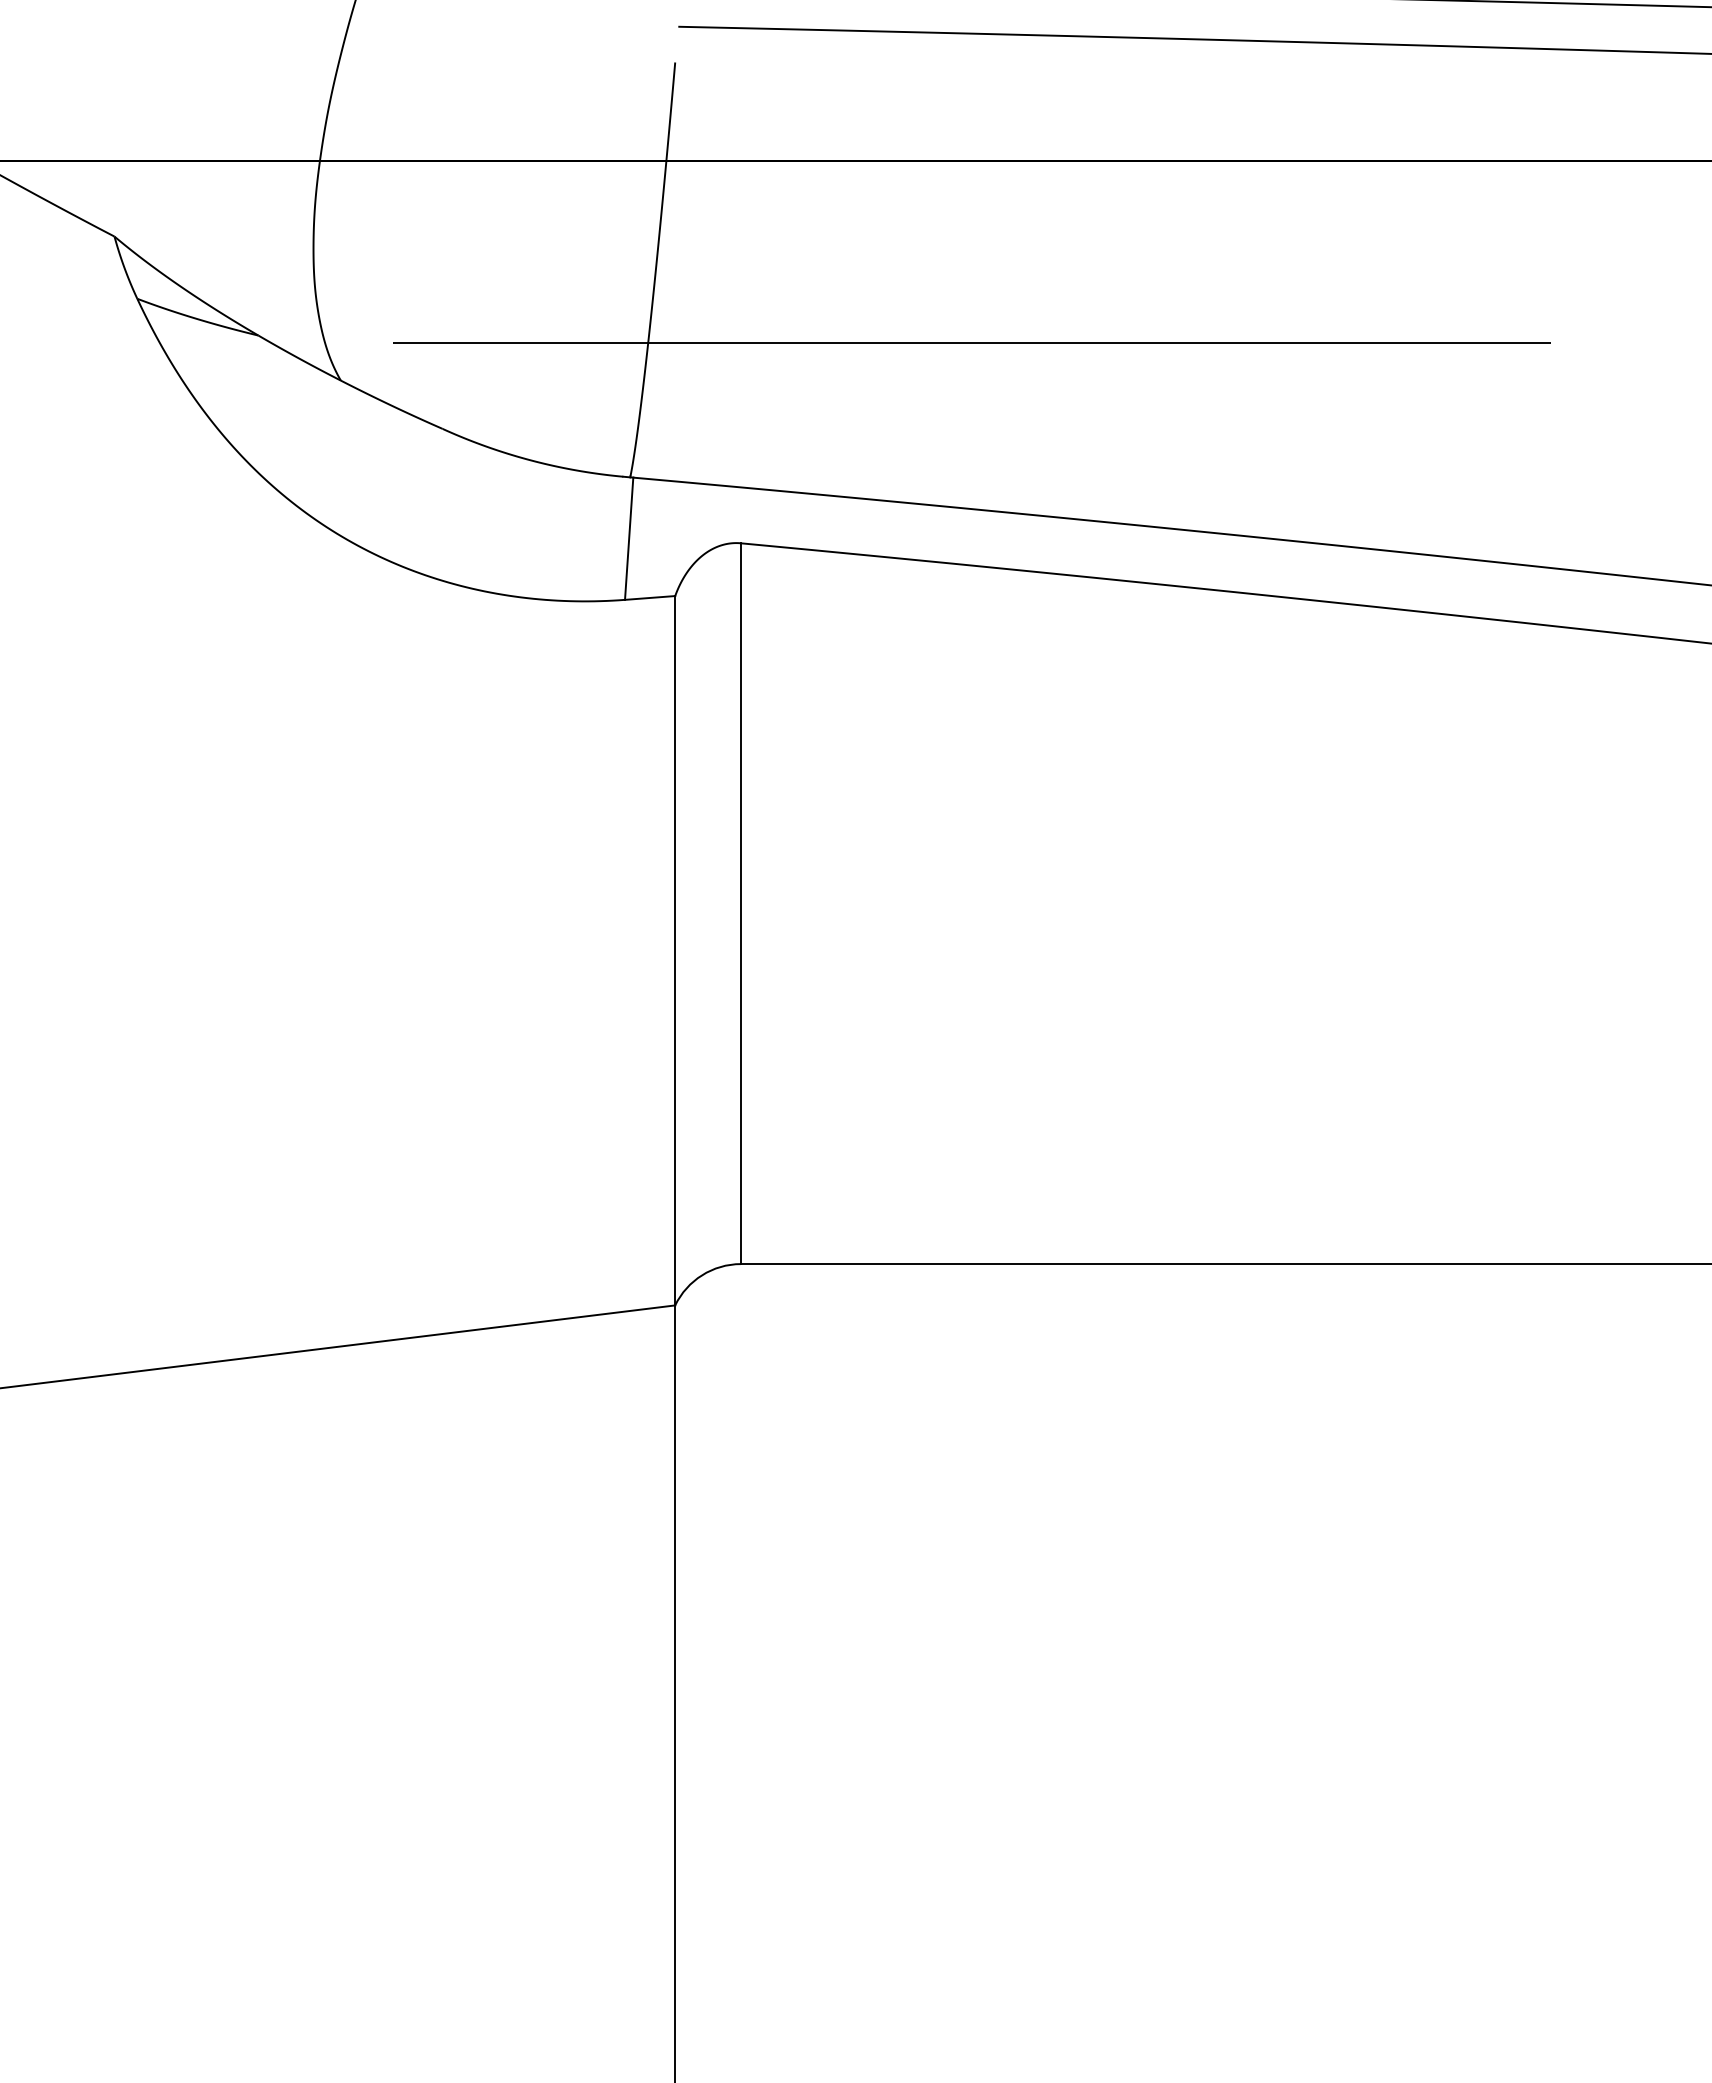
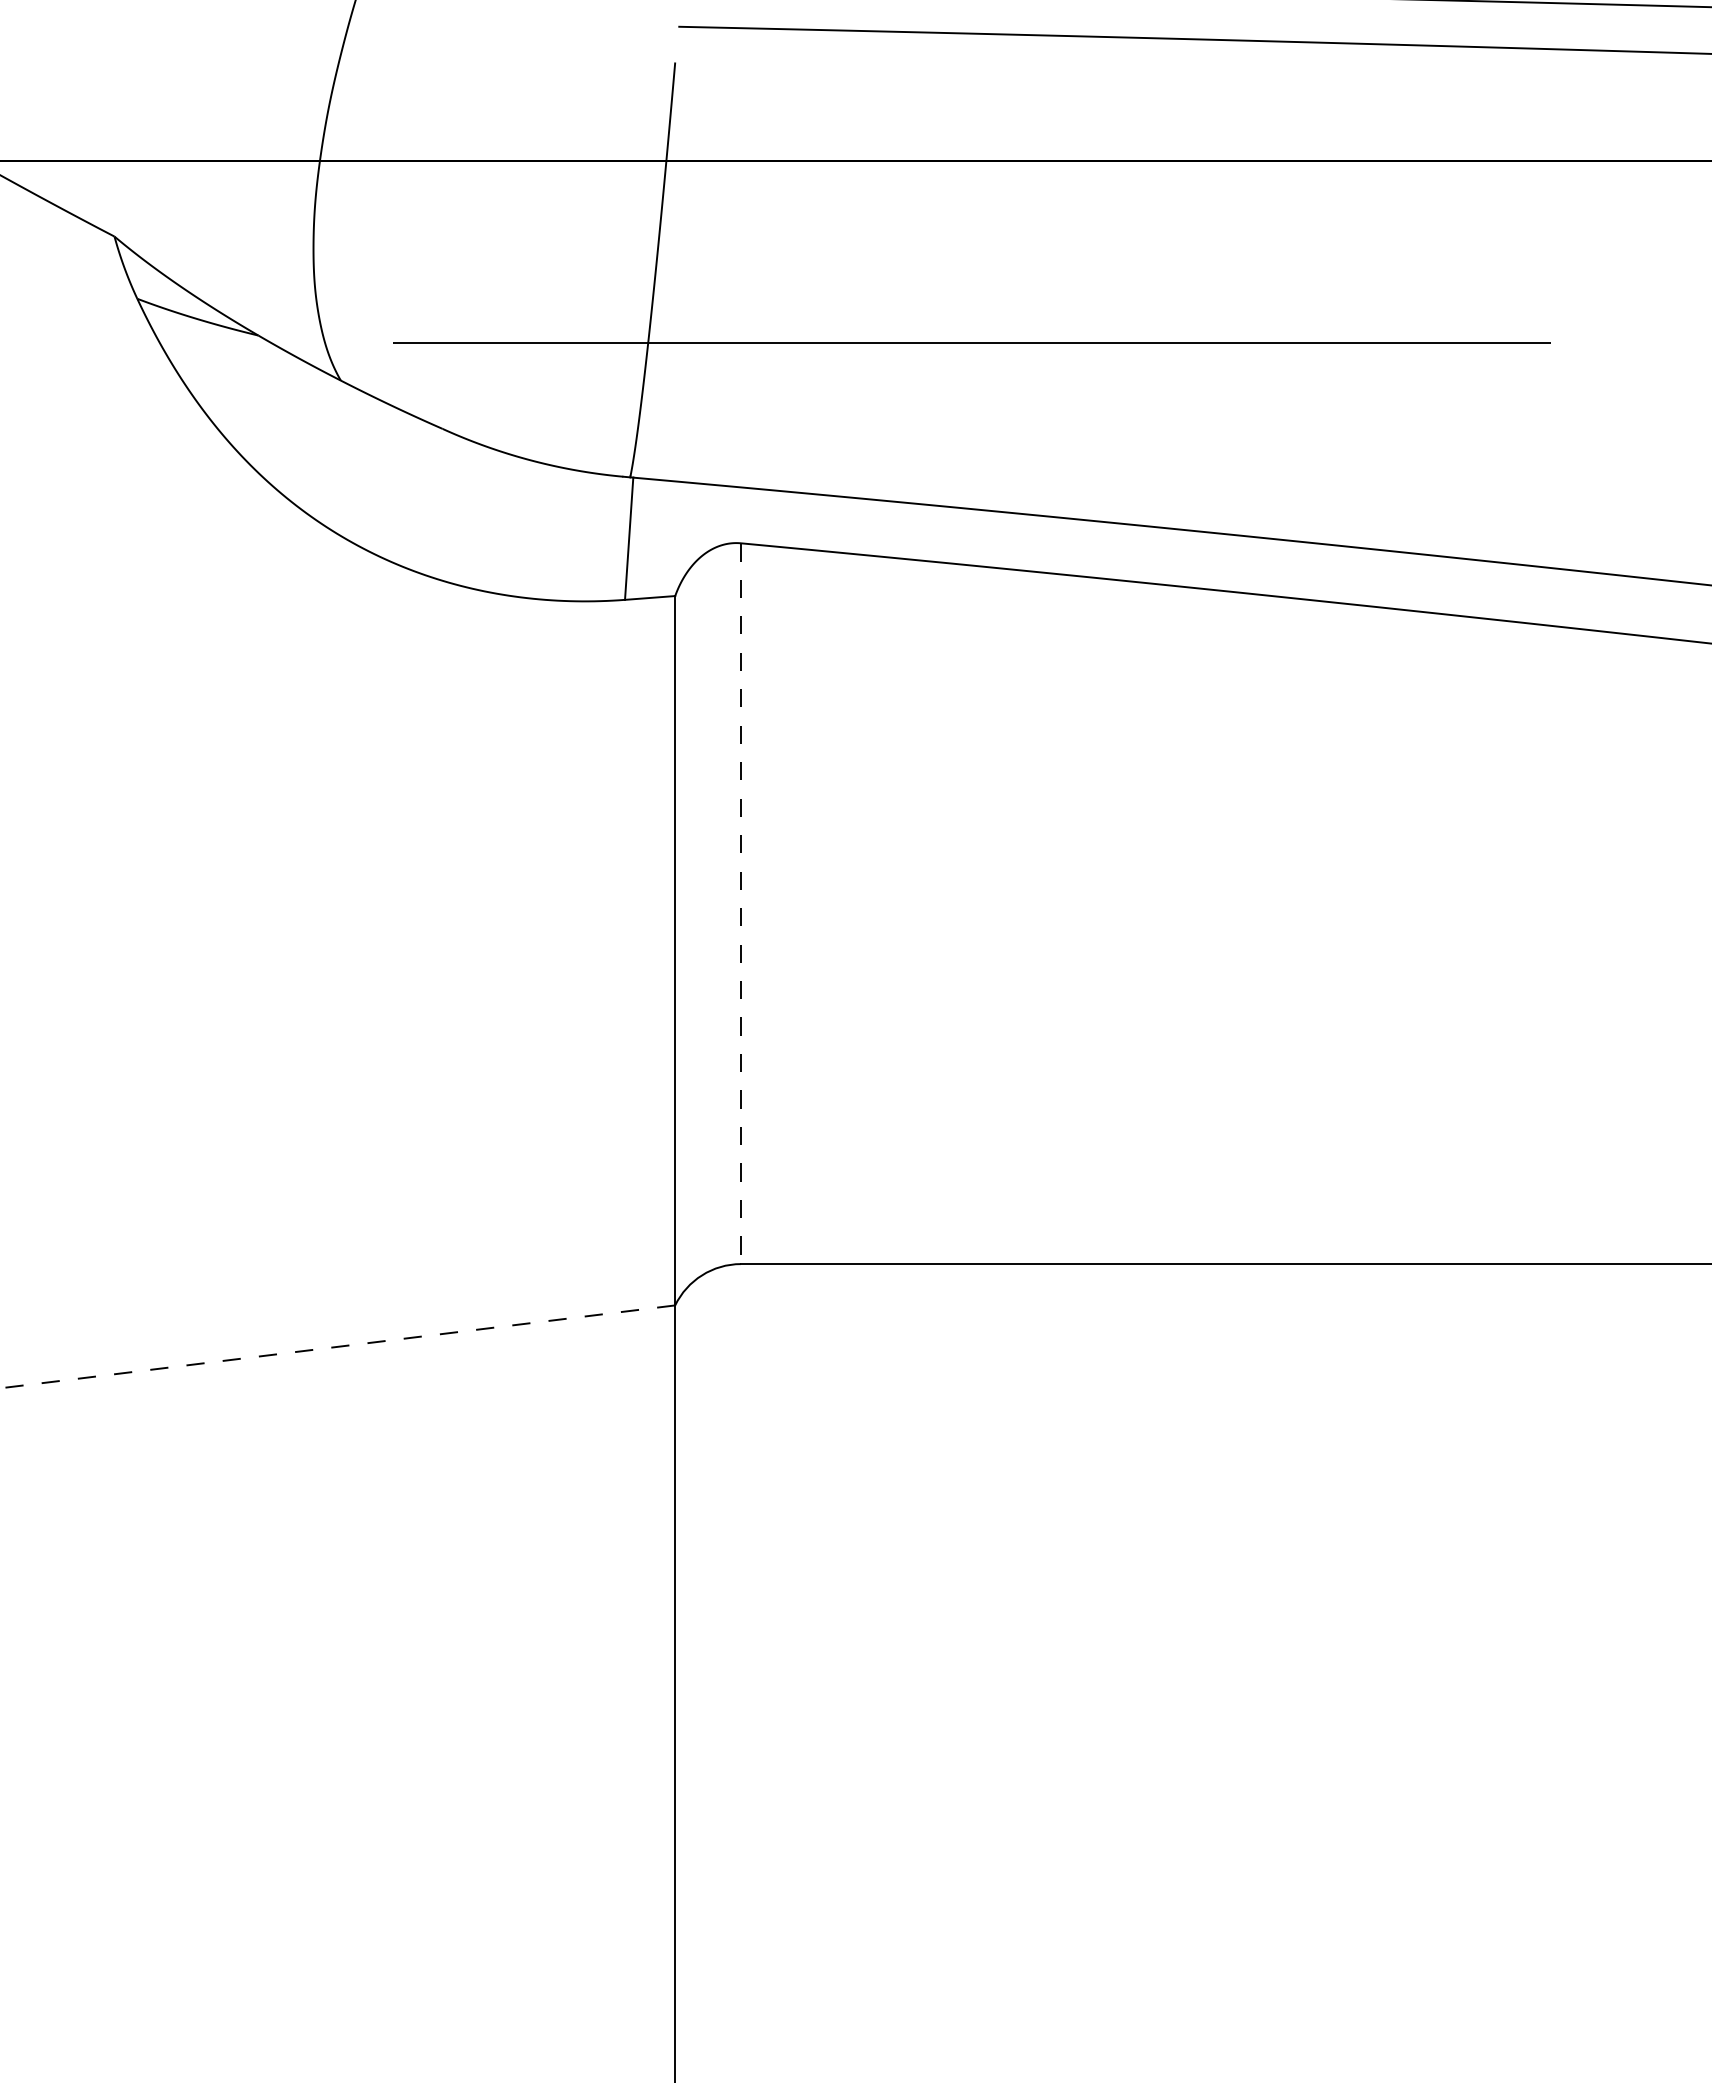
line at (740, 904): solid -> dashed
line at (337, 1346): solid -> dashed
